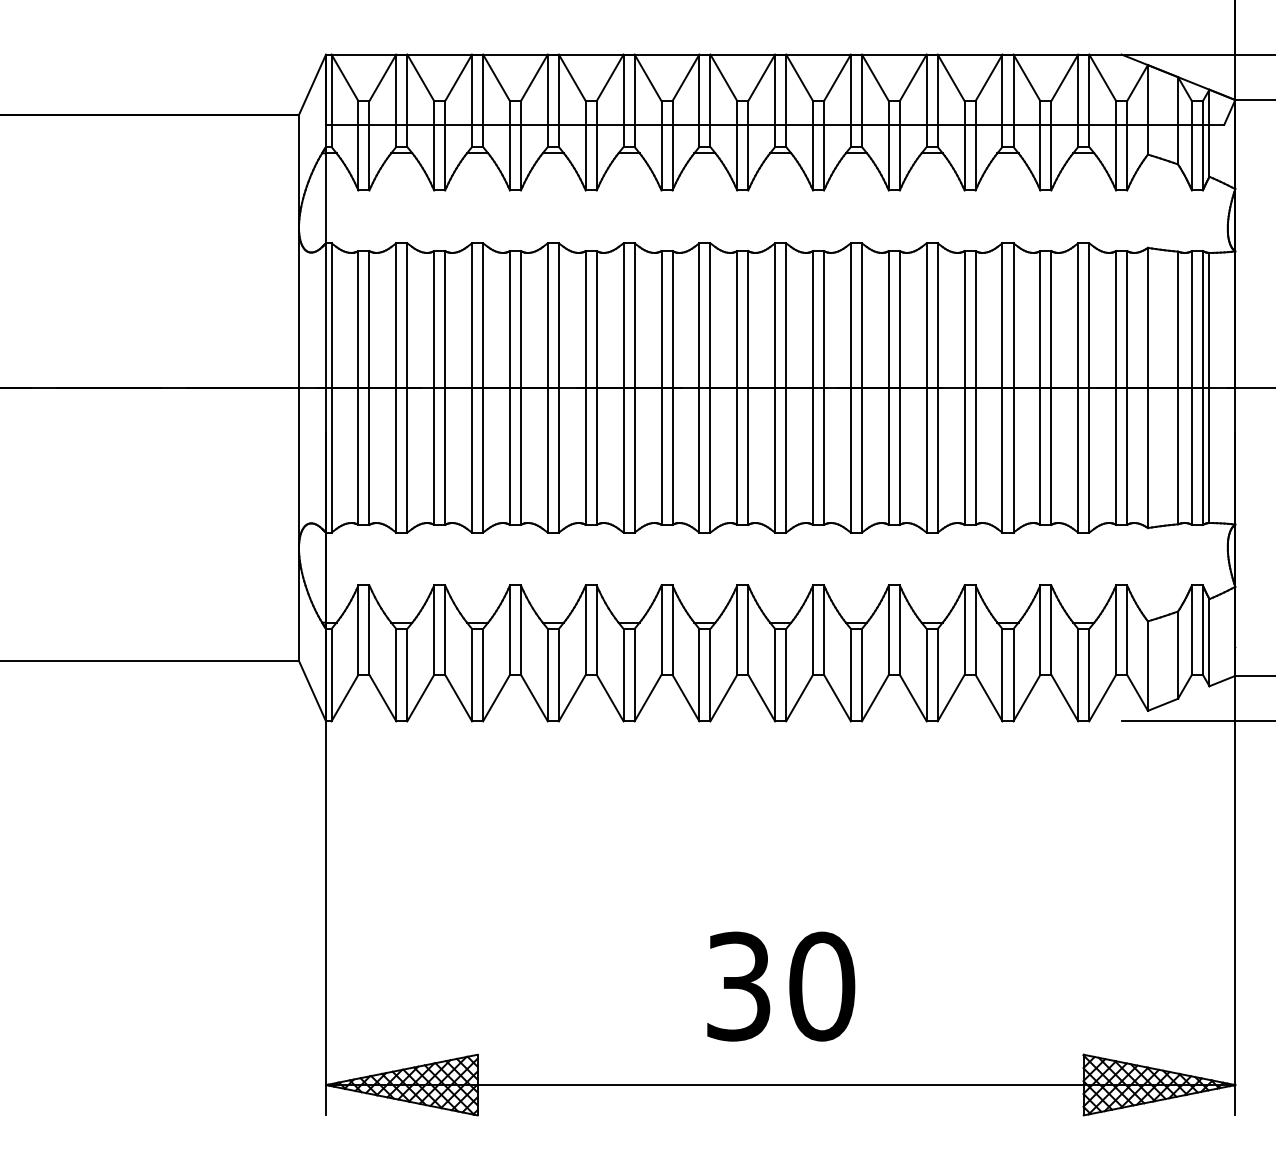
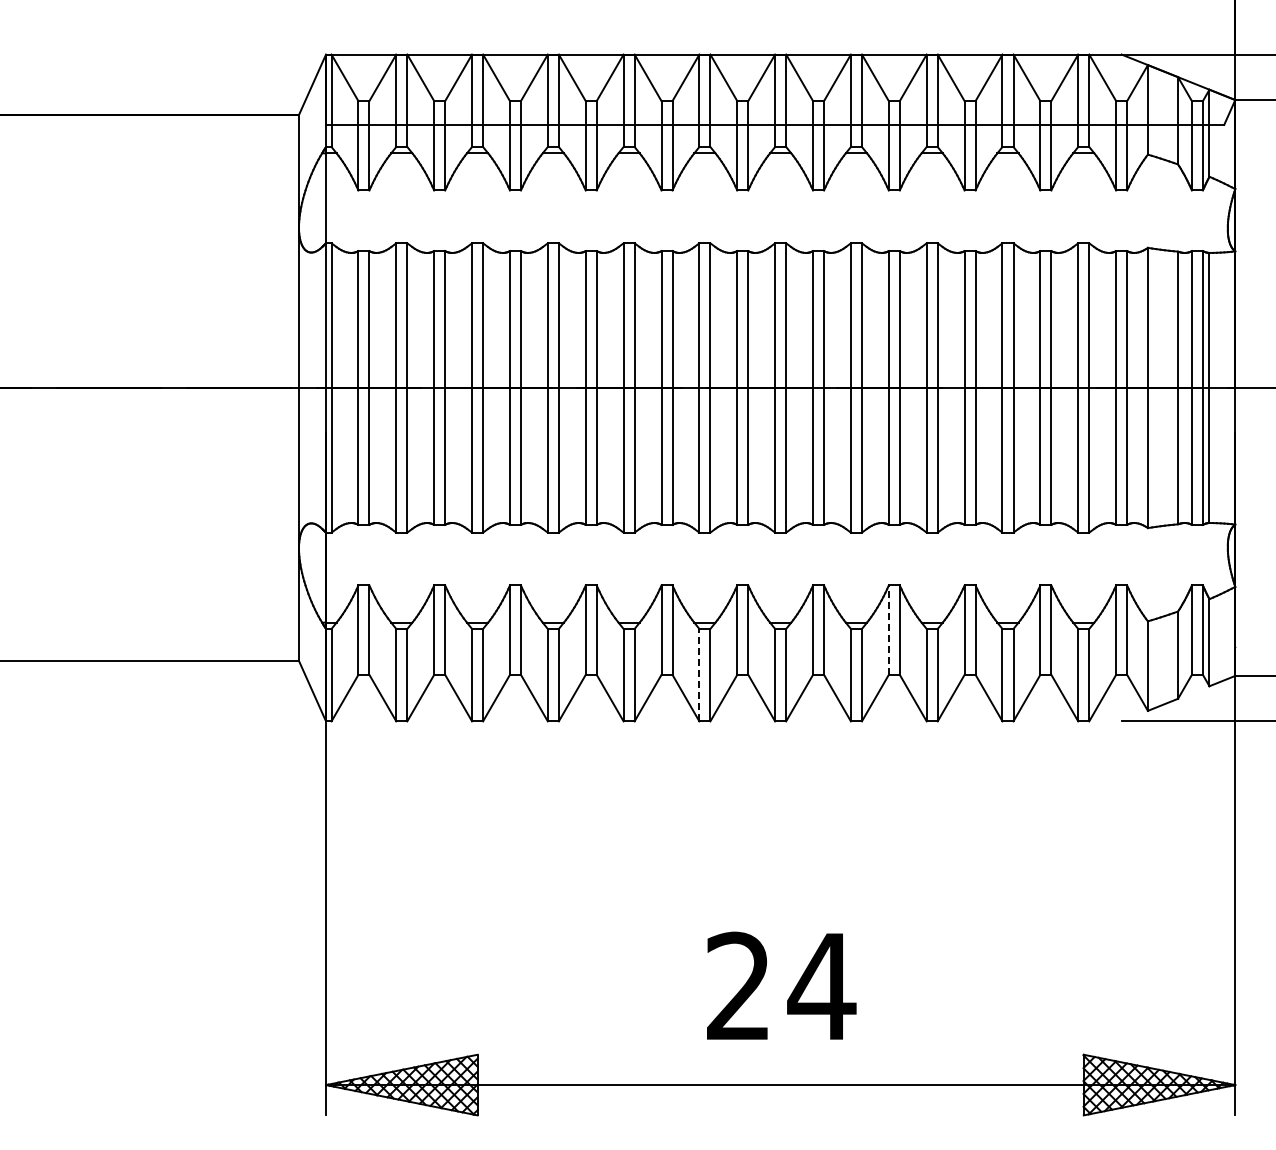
line at (888, 630): solid -> dashed
line at (699, 674): solid -> dashed
text at (781, 986): 30 -> 24
